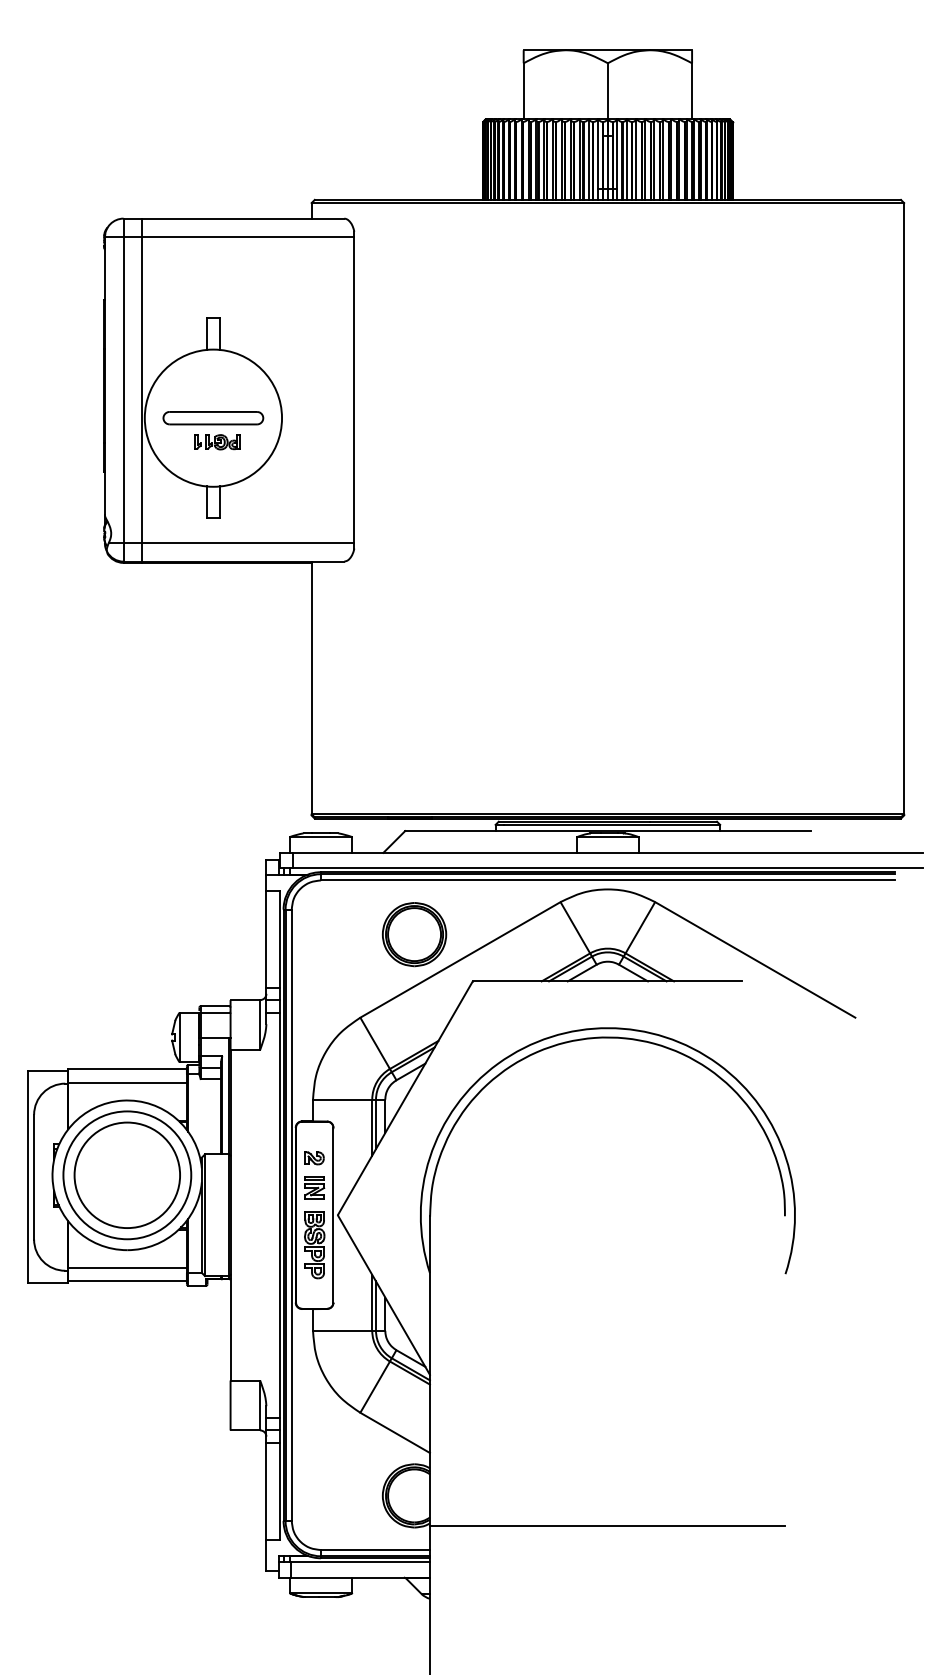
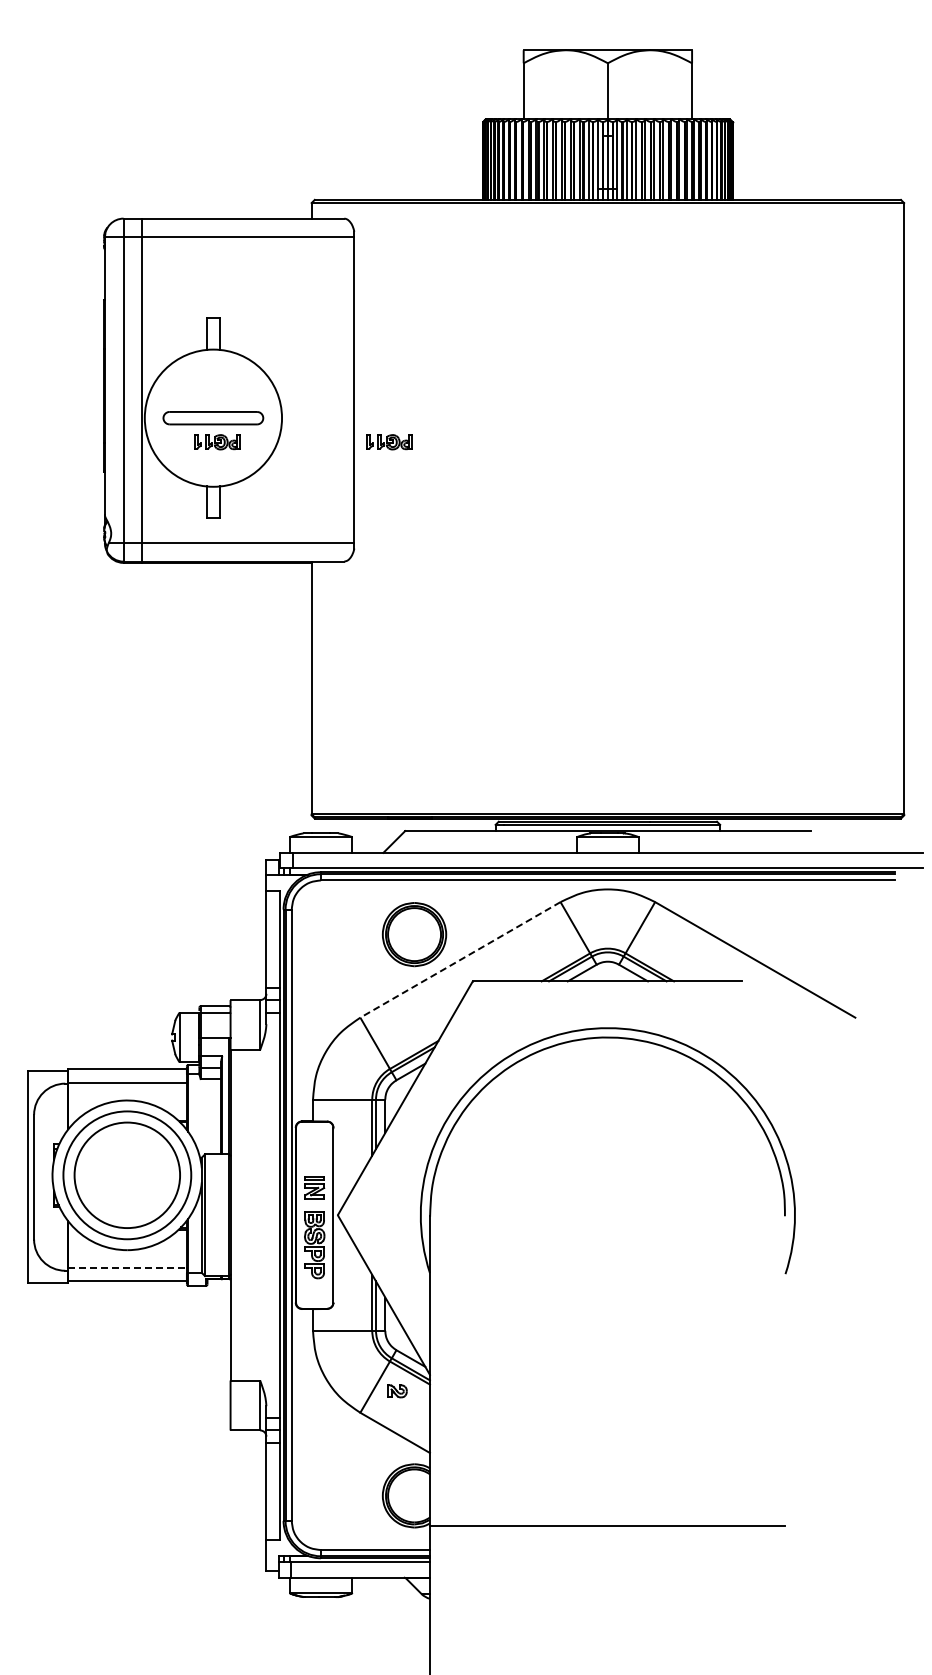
part at (389, 442): none -> present
line at (460, 959): solid -> dashed
part at (314, 1158) position: (314, 1158) -> (397, 1391)
line at (128, 1267): solid -> dashed
